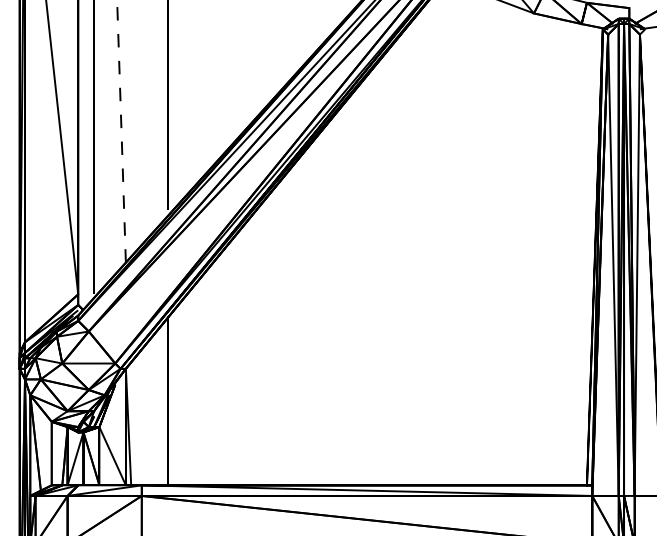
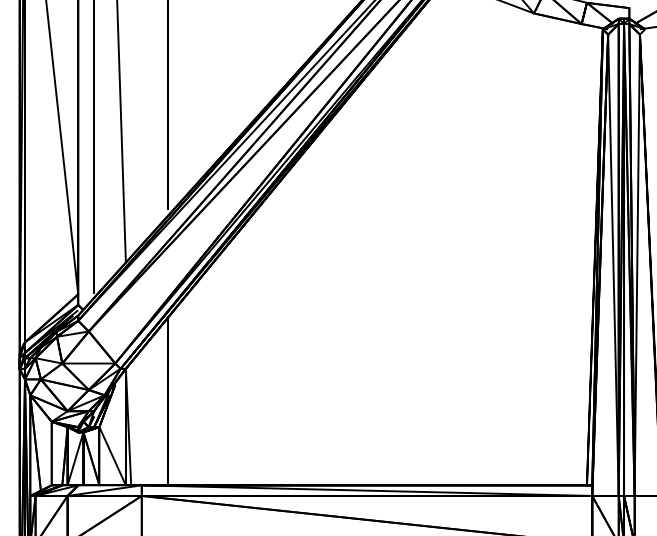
line at (121, 130): dashed -> solid
